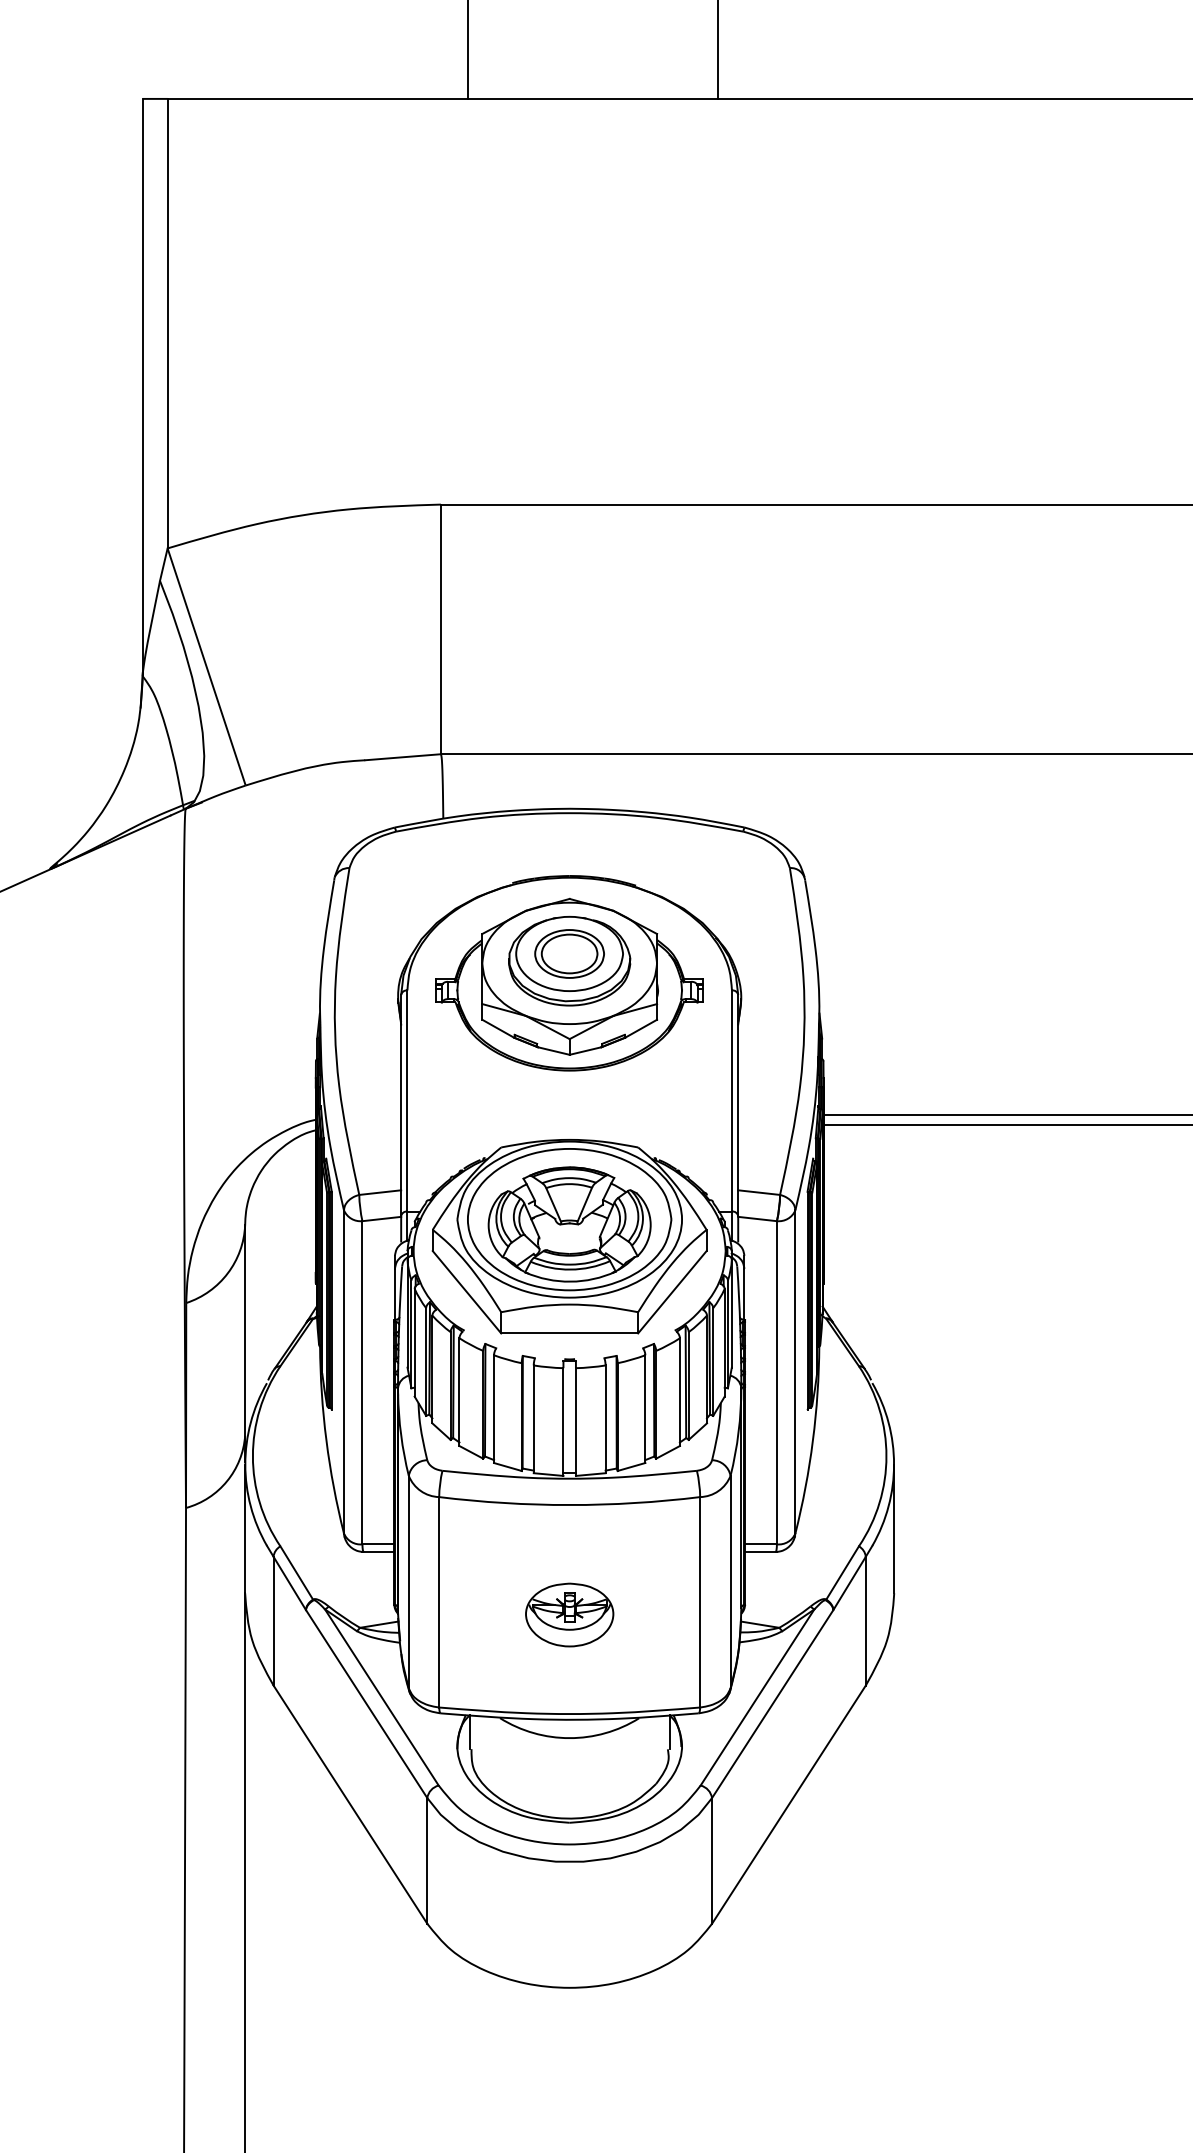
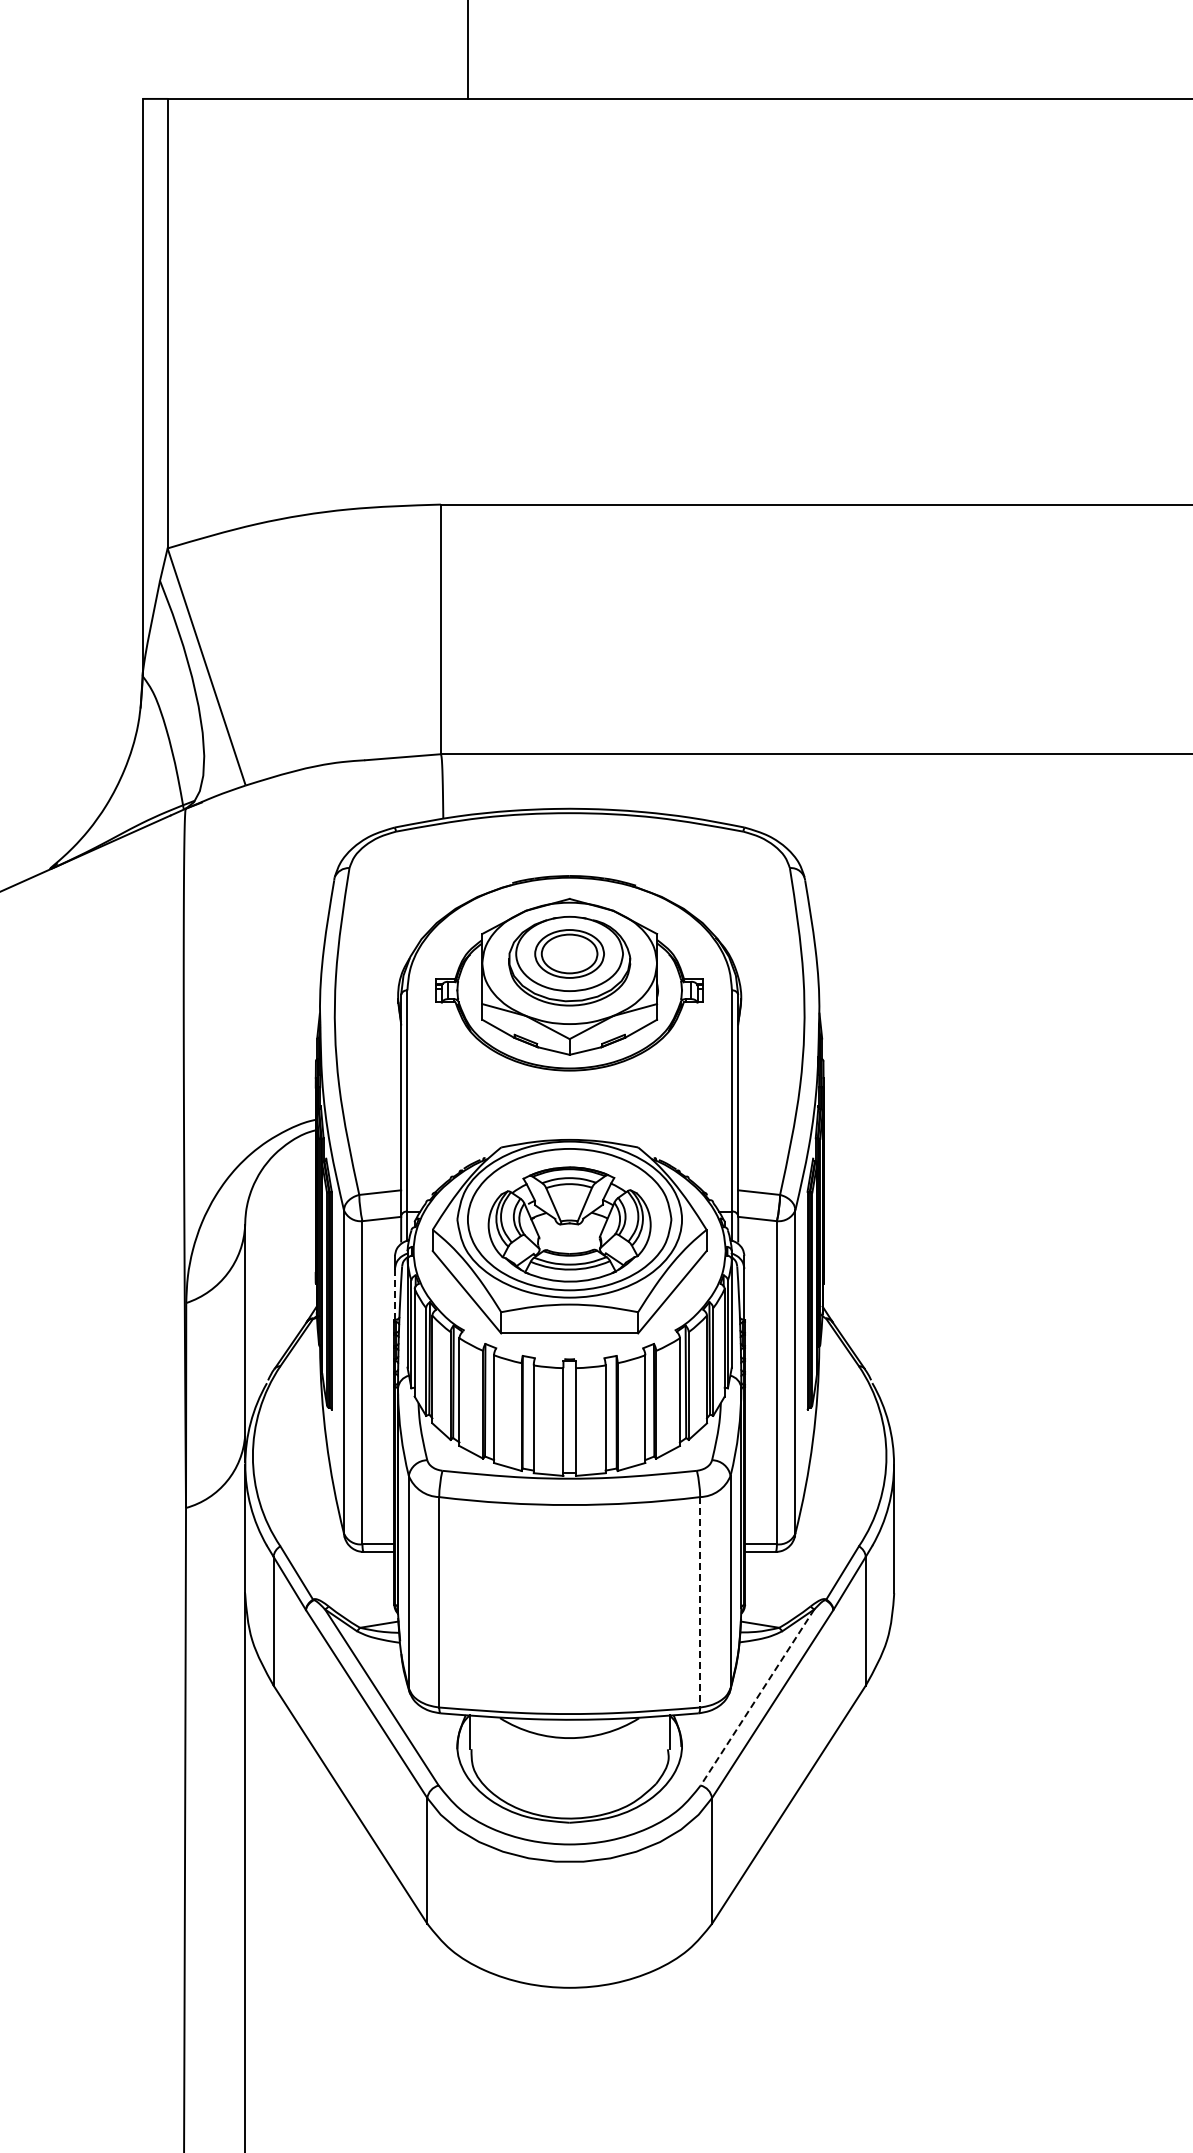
line at (718, 50): present -> none
line at (1006, 1114): present -> none
line at (1005, 1125): present -> none
line at (394, 1294): solid -> dashed
line at (700, 1602): solid -> dashed
part at (569, 1614): present -> none
line at (757, 1697): solid -> dashed
